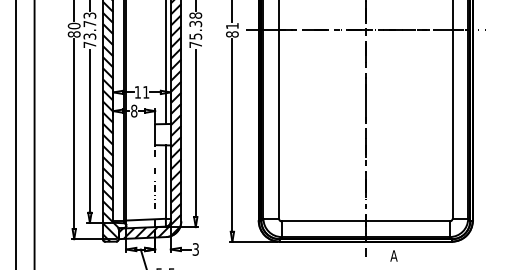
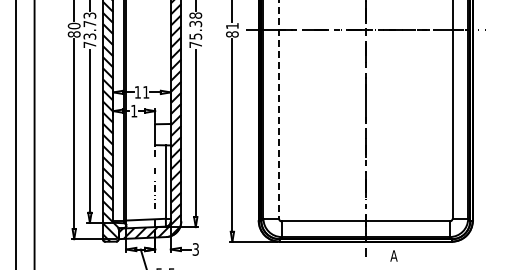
line at (165, 63): present -> none
text at (134, 110): 8 -> 1
line at (279, 110): solid -> dashed
